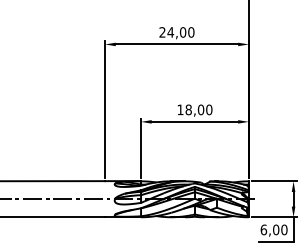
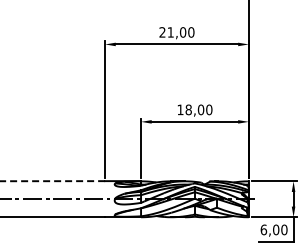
text at (170, 32): 24,00 -> 21,00
line at (52, 181): solid -> dashed
